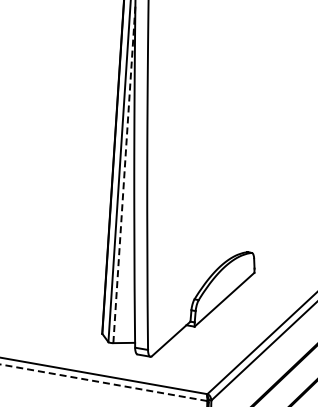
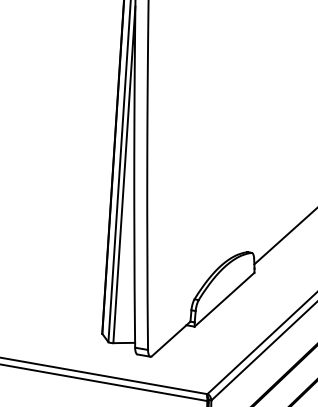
line at (124, 174): dashed -> solid
line at (284, 237): none -> present
line at (103, 382): dashed -> solid
